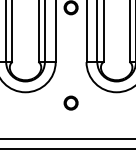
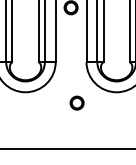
circle at (70, 102) position: (70, 102) -> (76, 102)
line at (67, 139): present -> none
